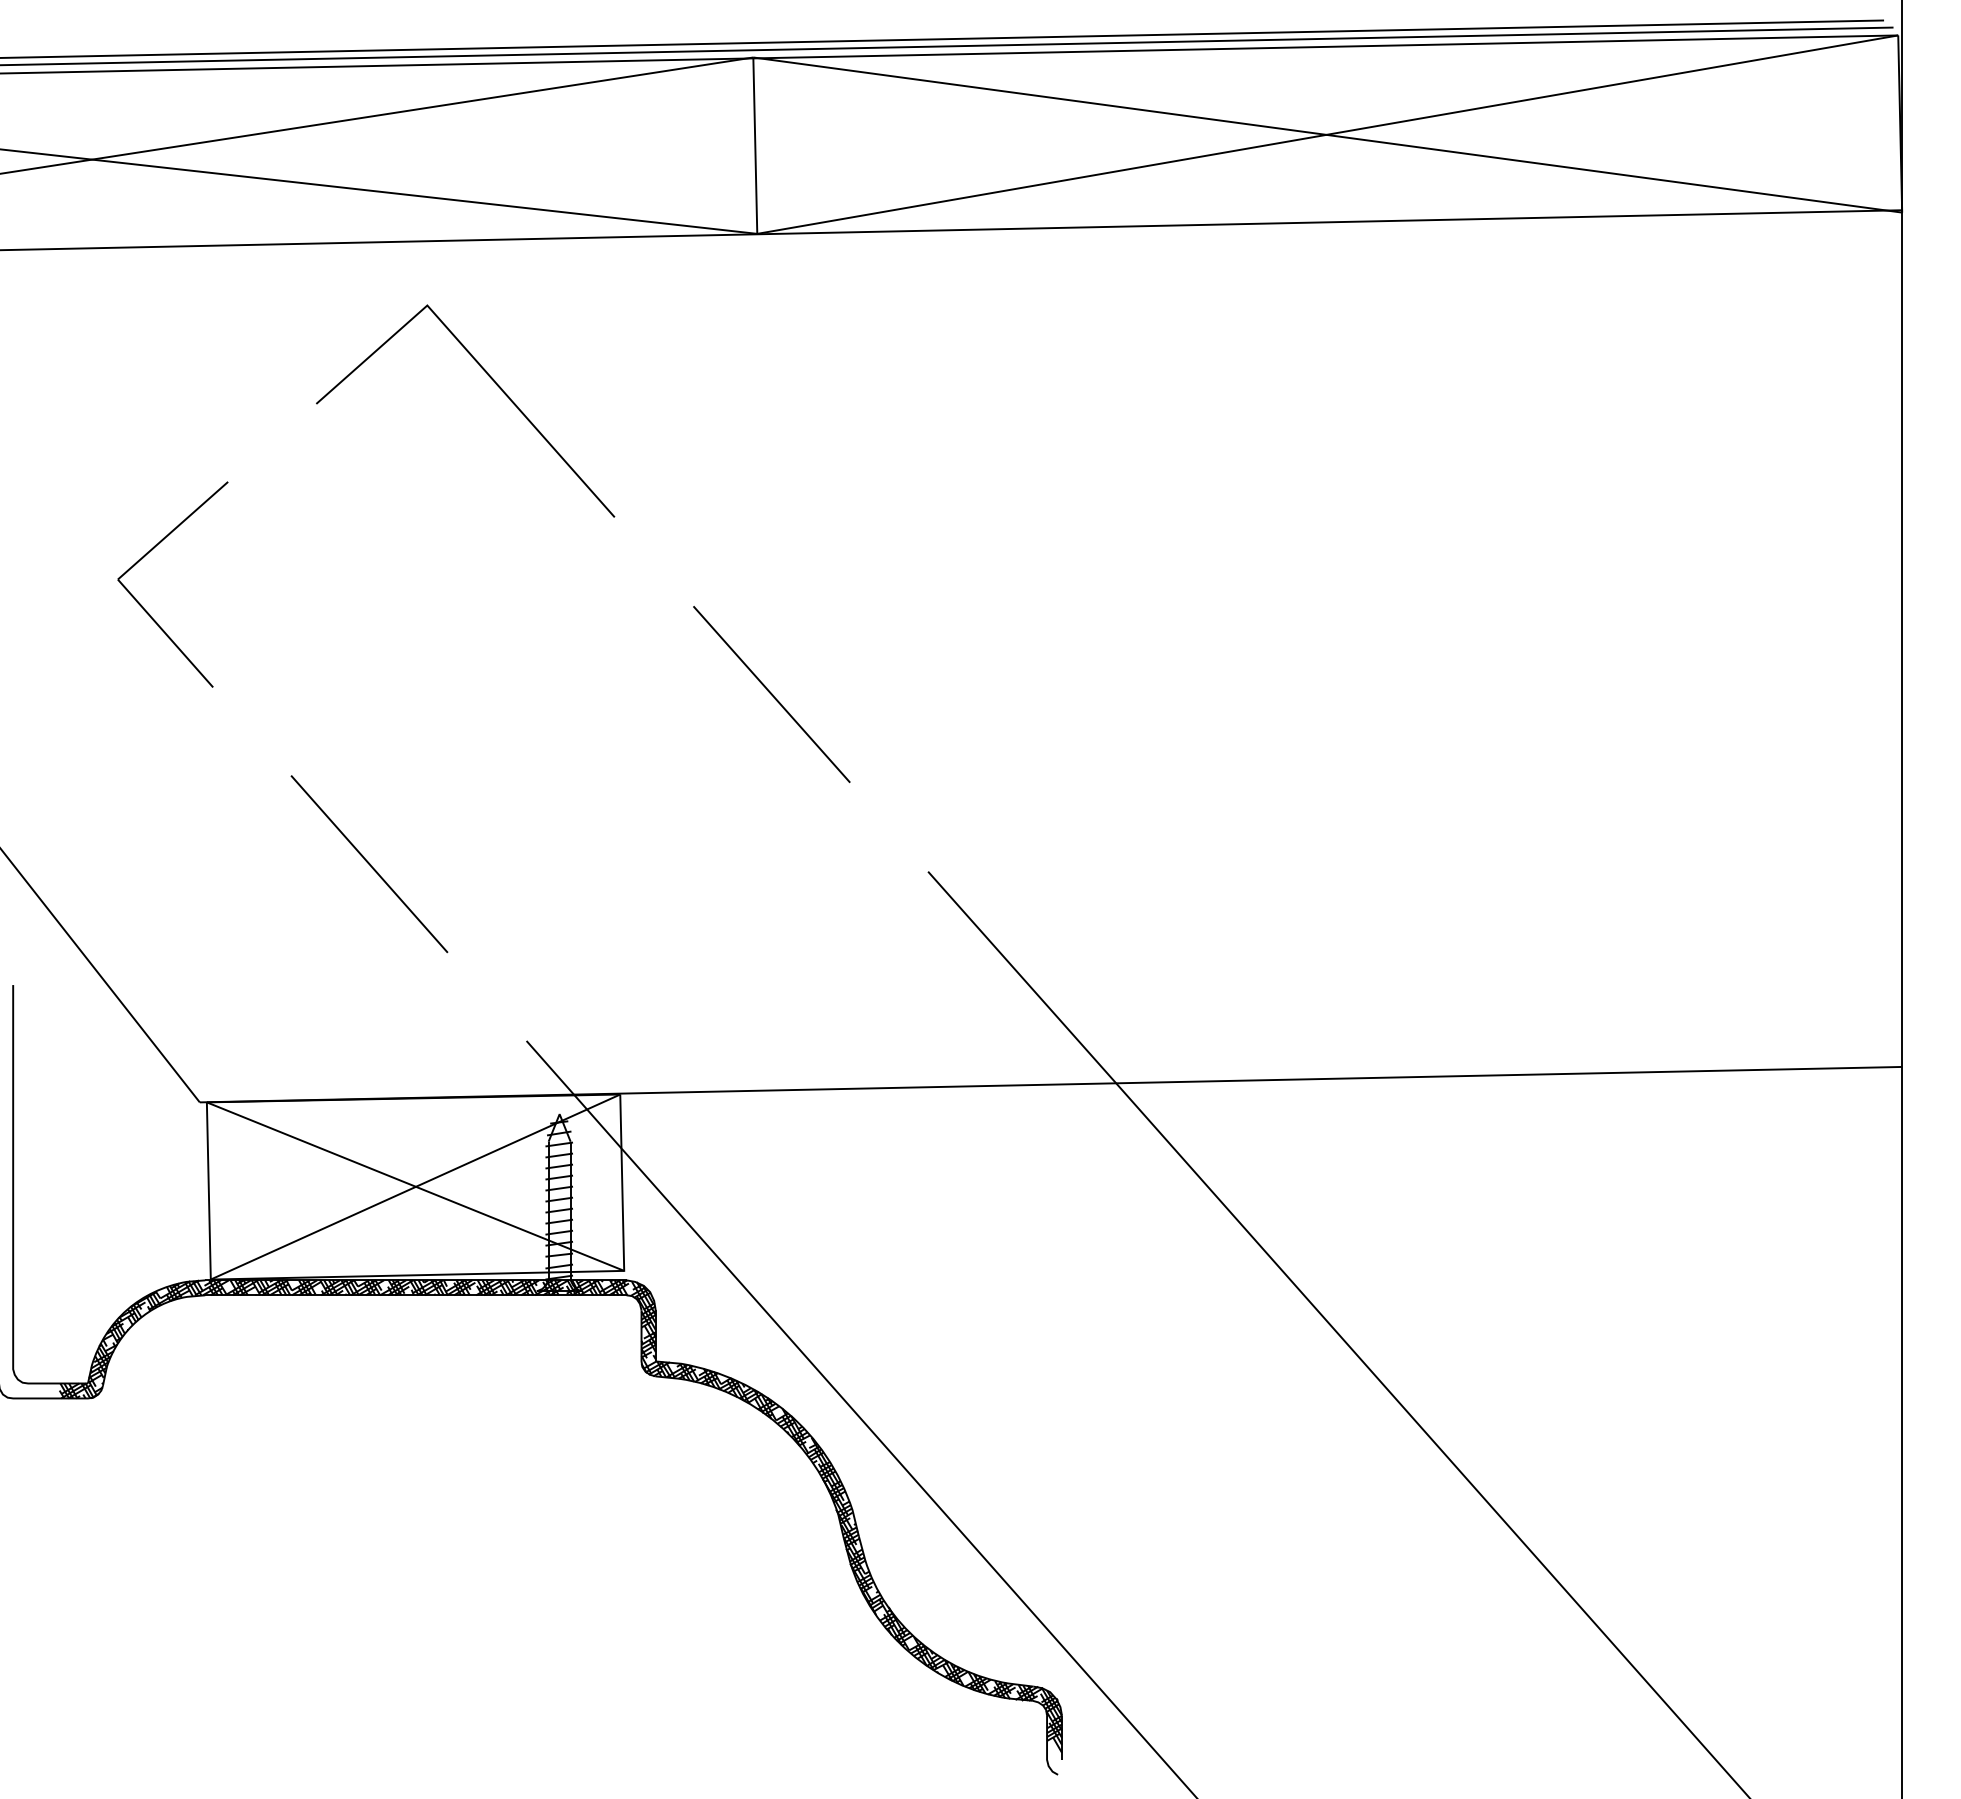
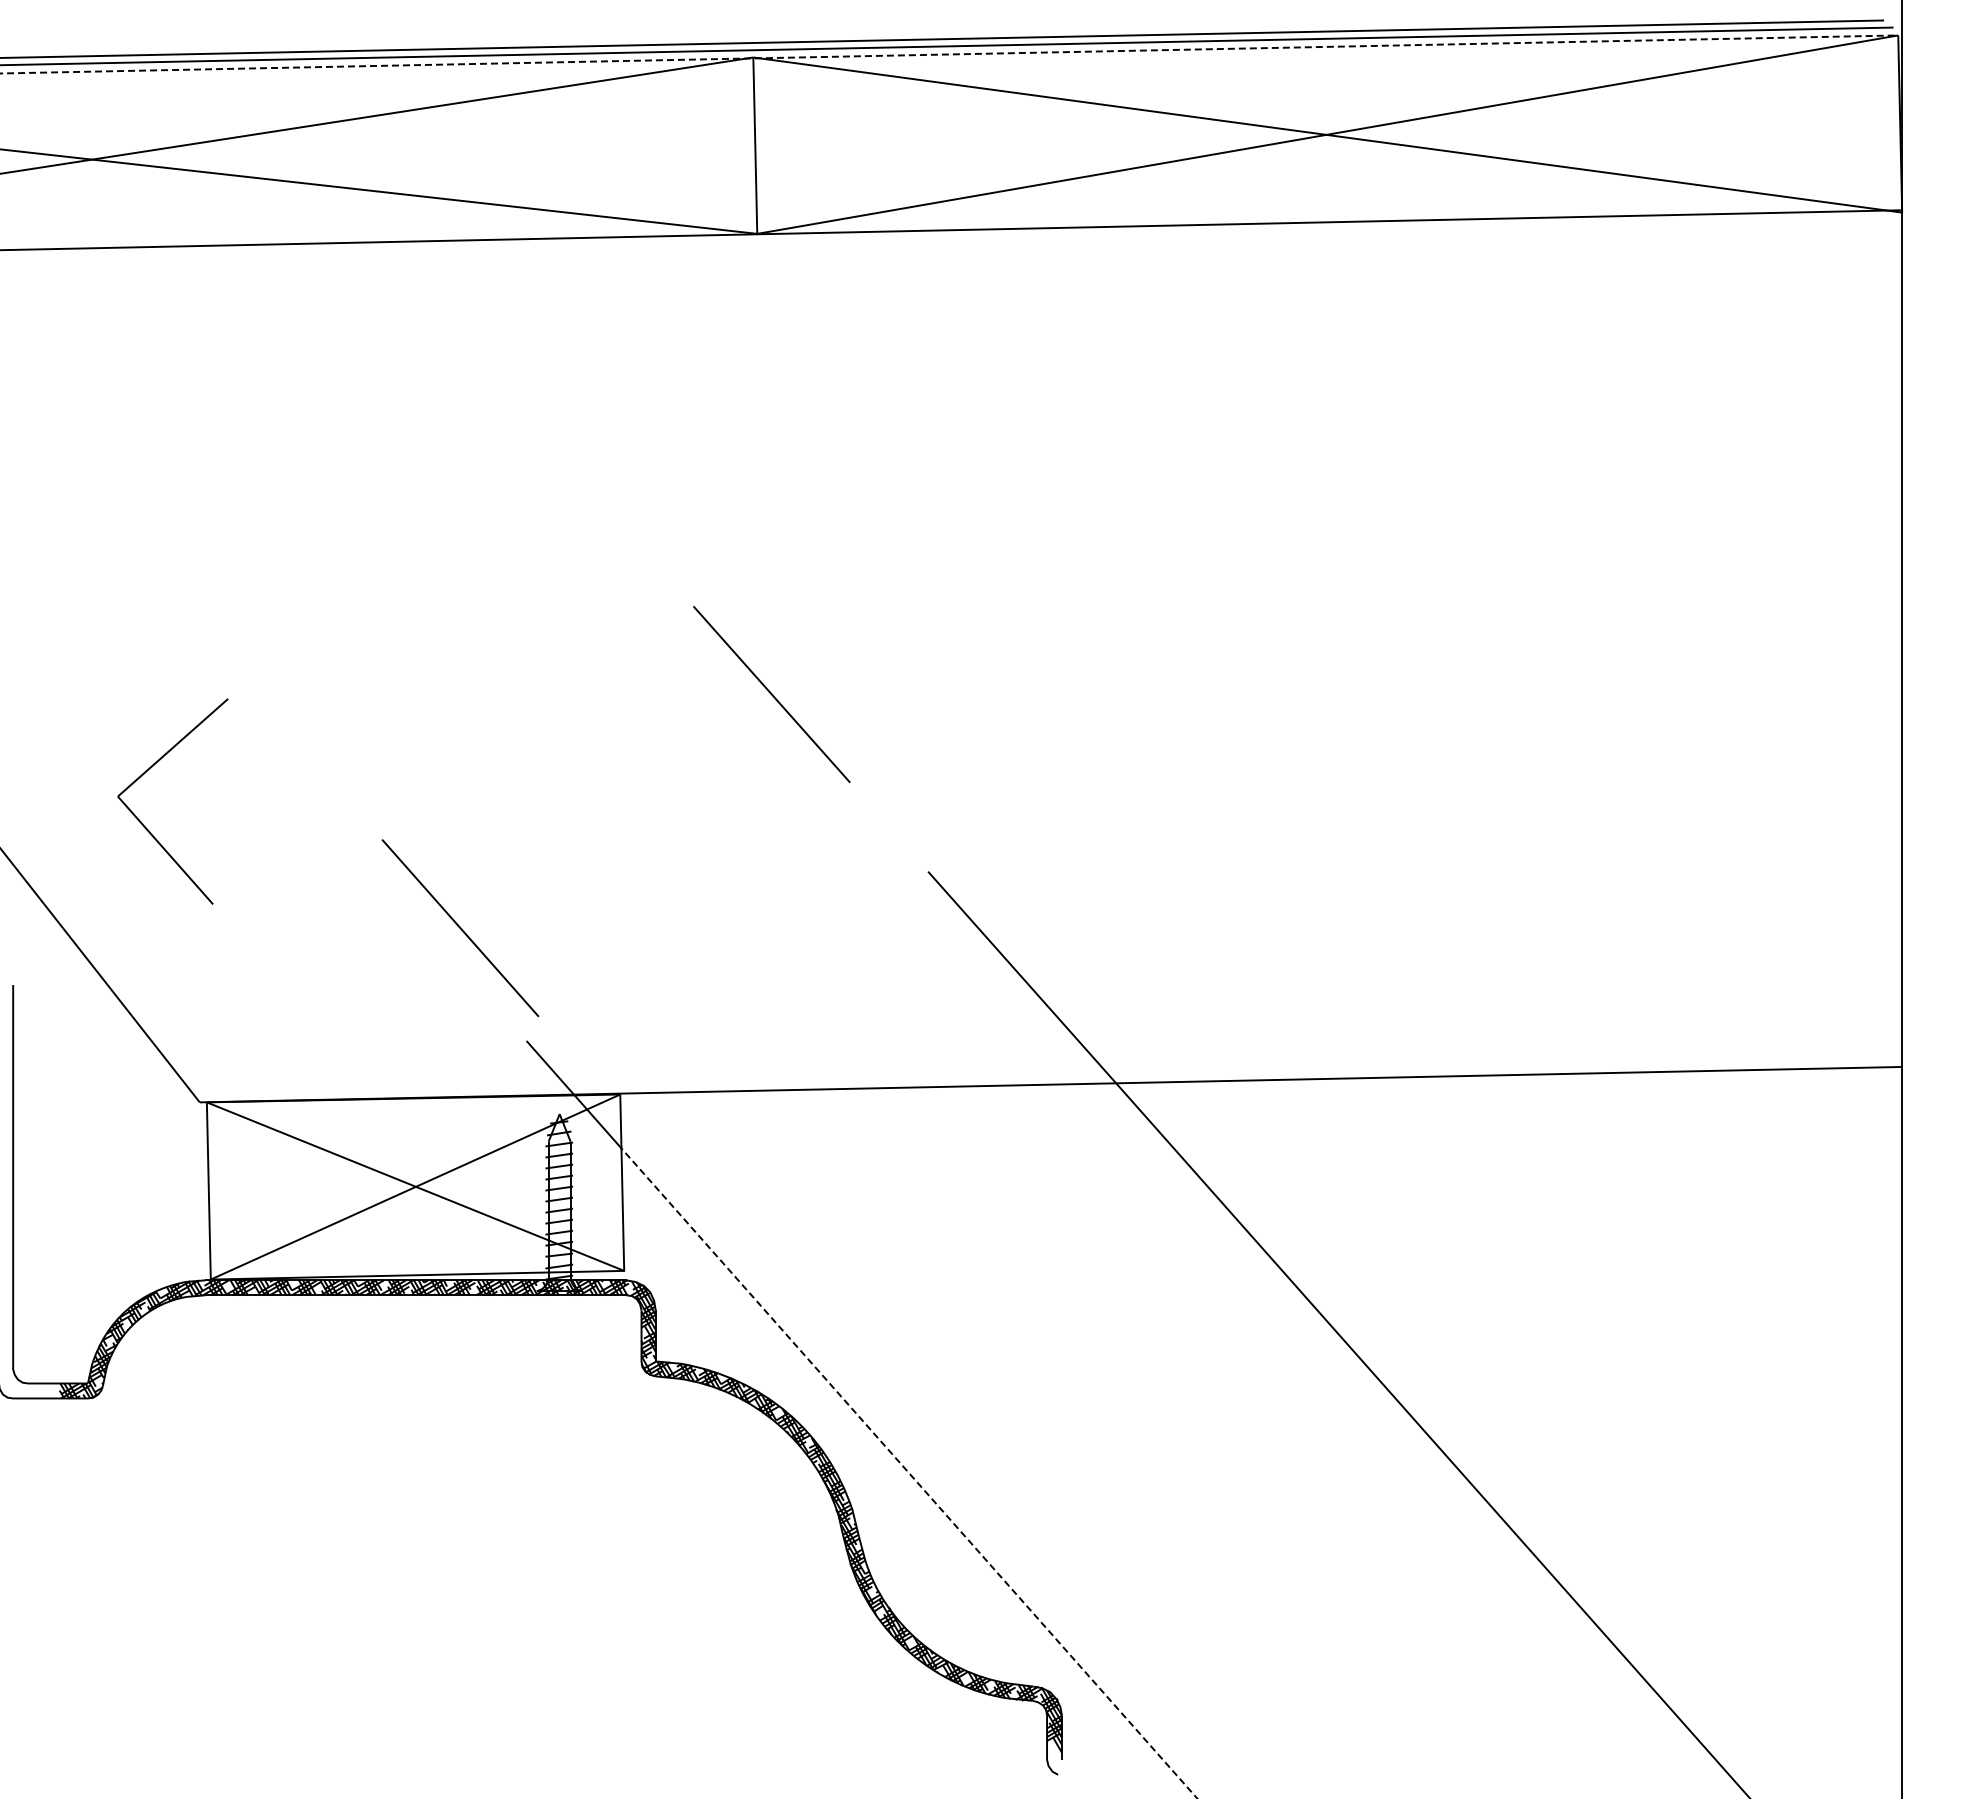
line at (949, 54): solid -> dashed
line at (495, 384): present -> none
part at (142, 605) position: (142, 605) -> (142, 822)
line at (369, 864) position: (369, 864) -> (460, 928)
line at (909, 1473): solid -> dashed
